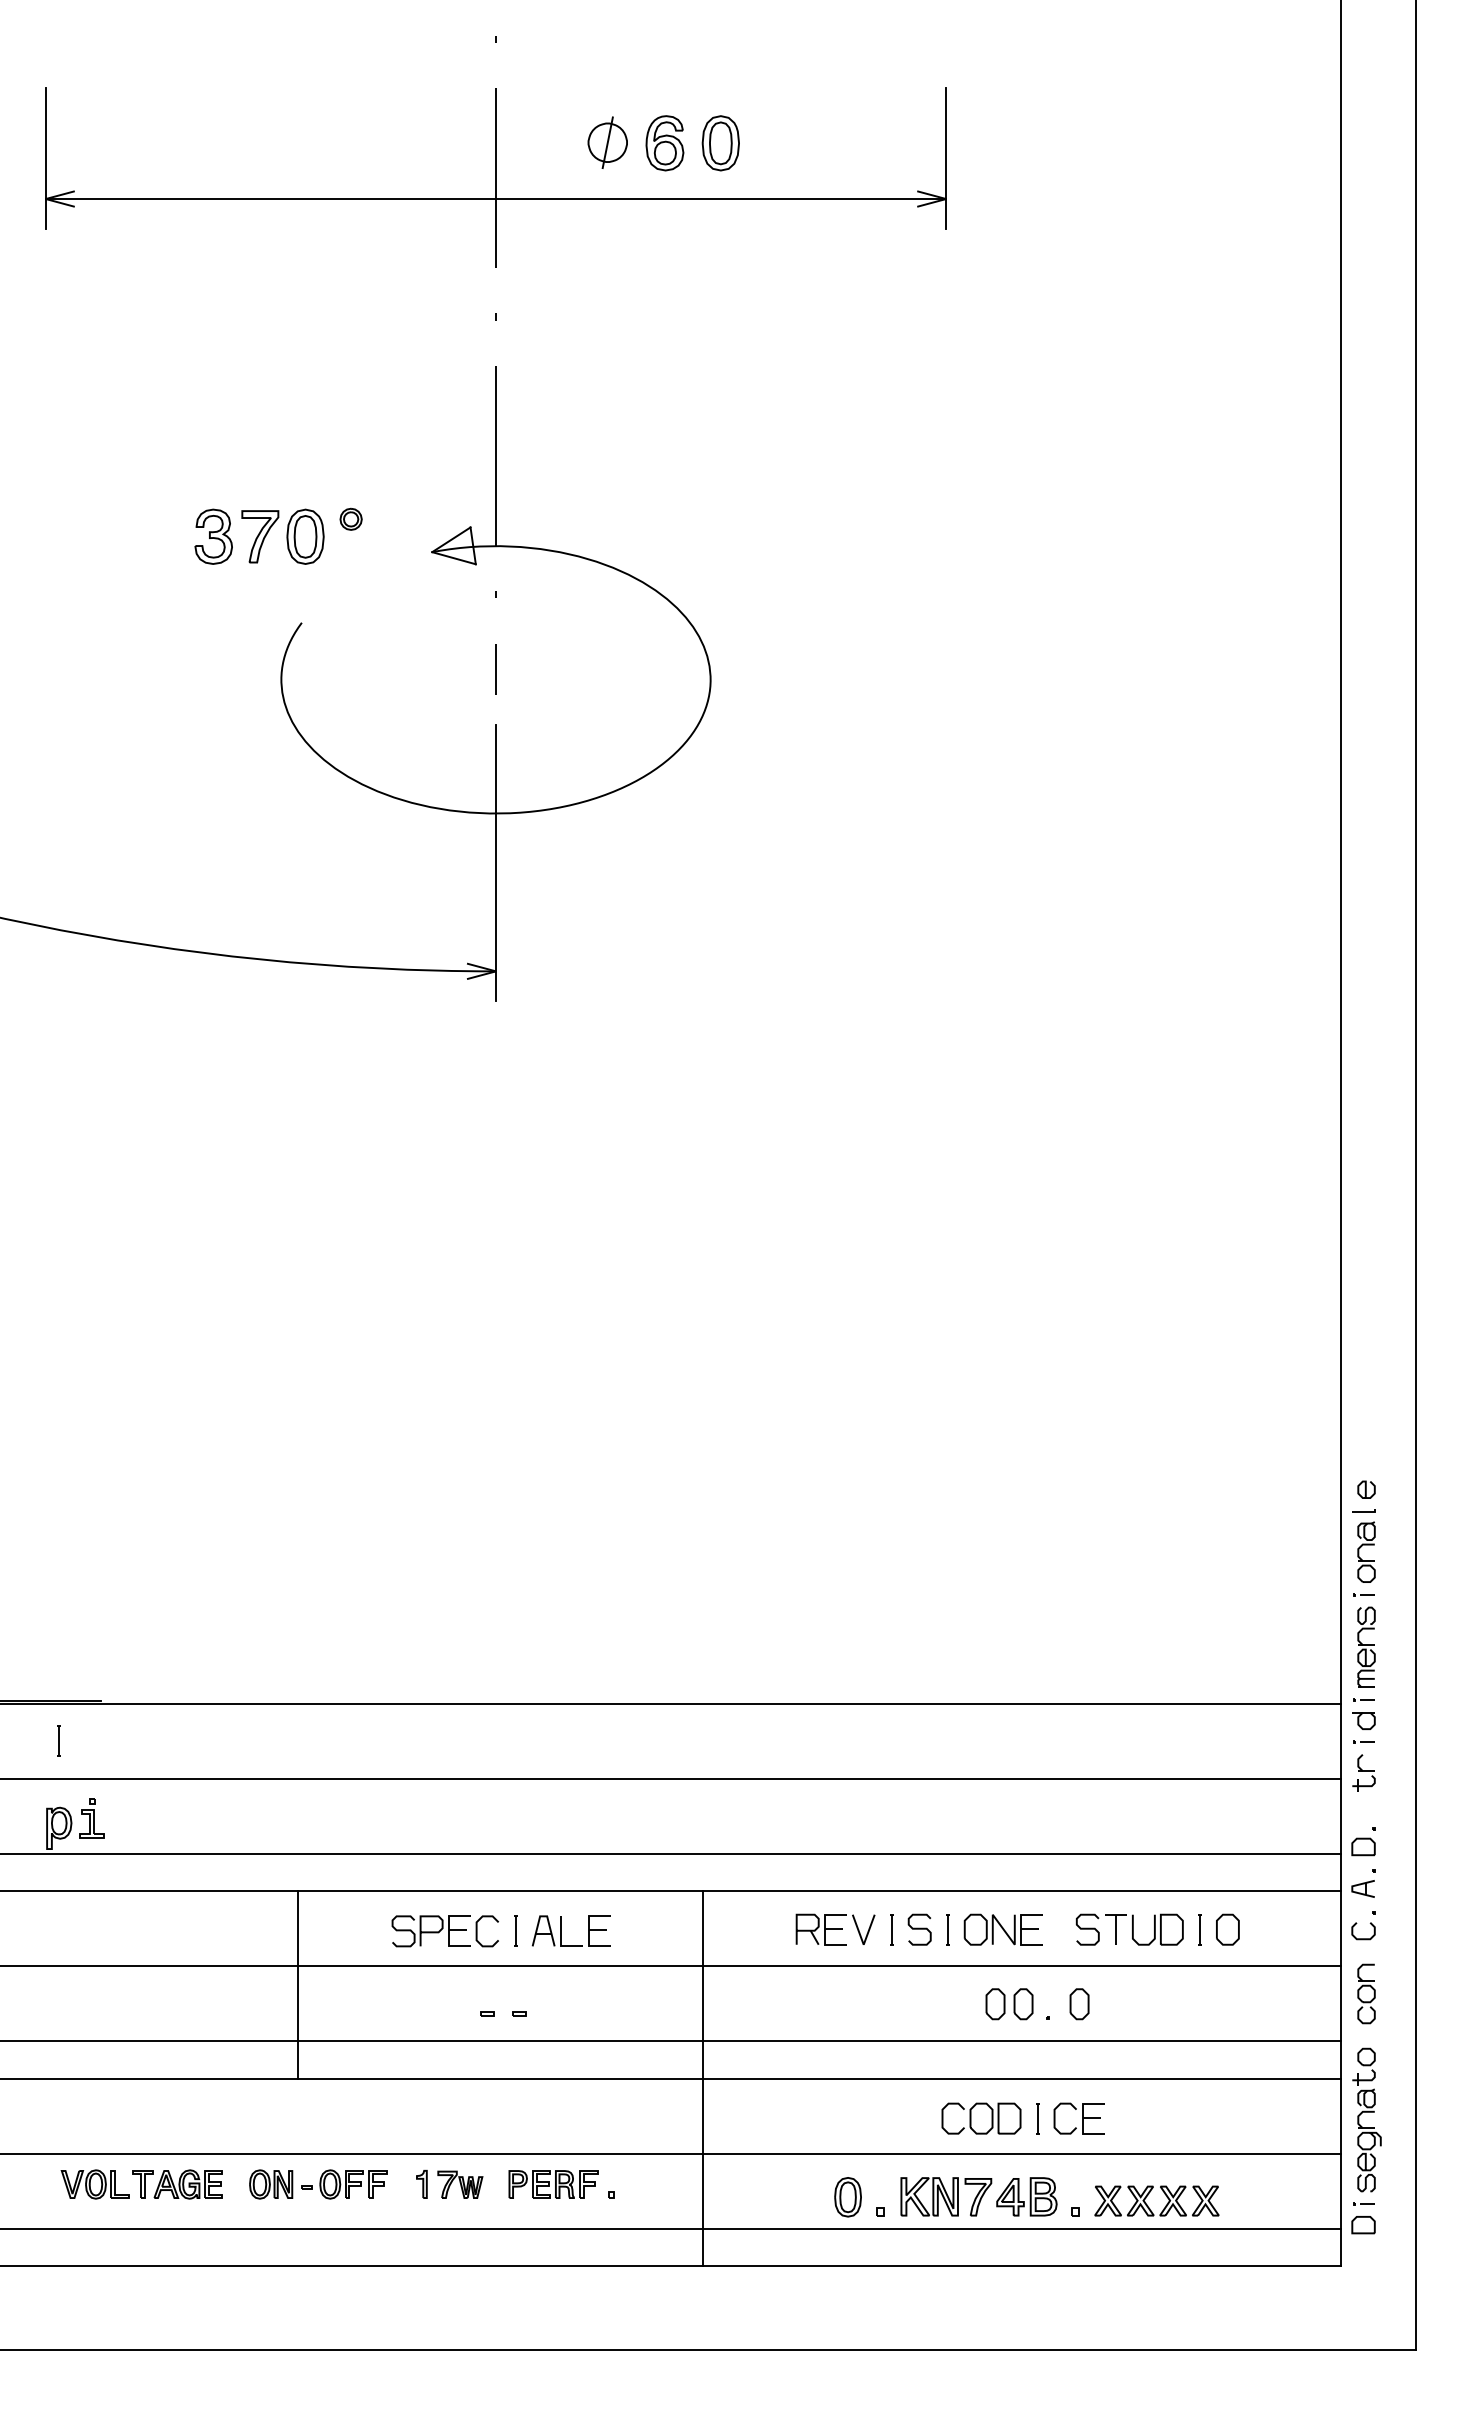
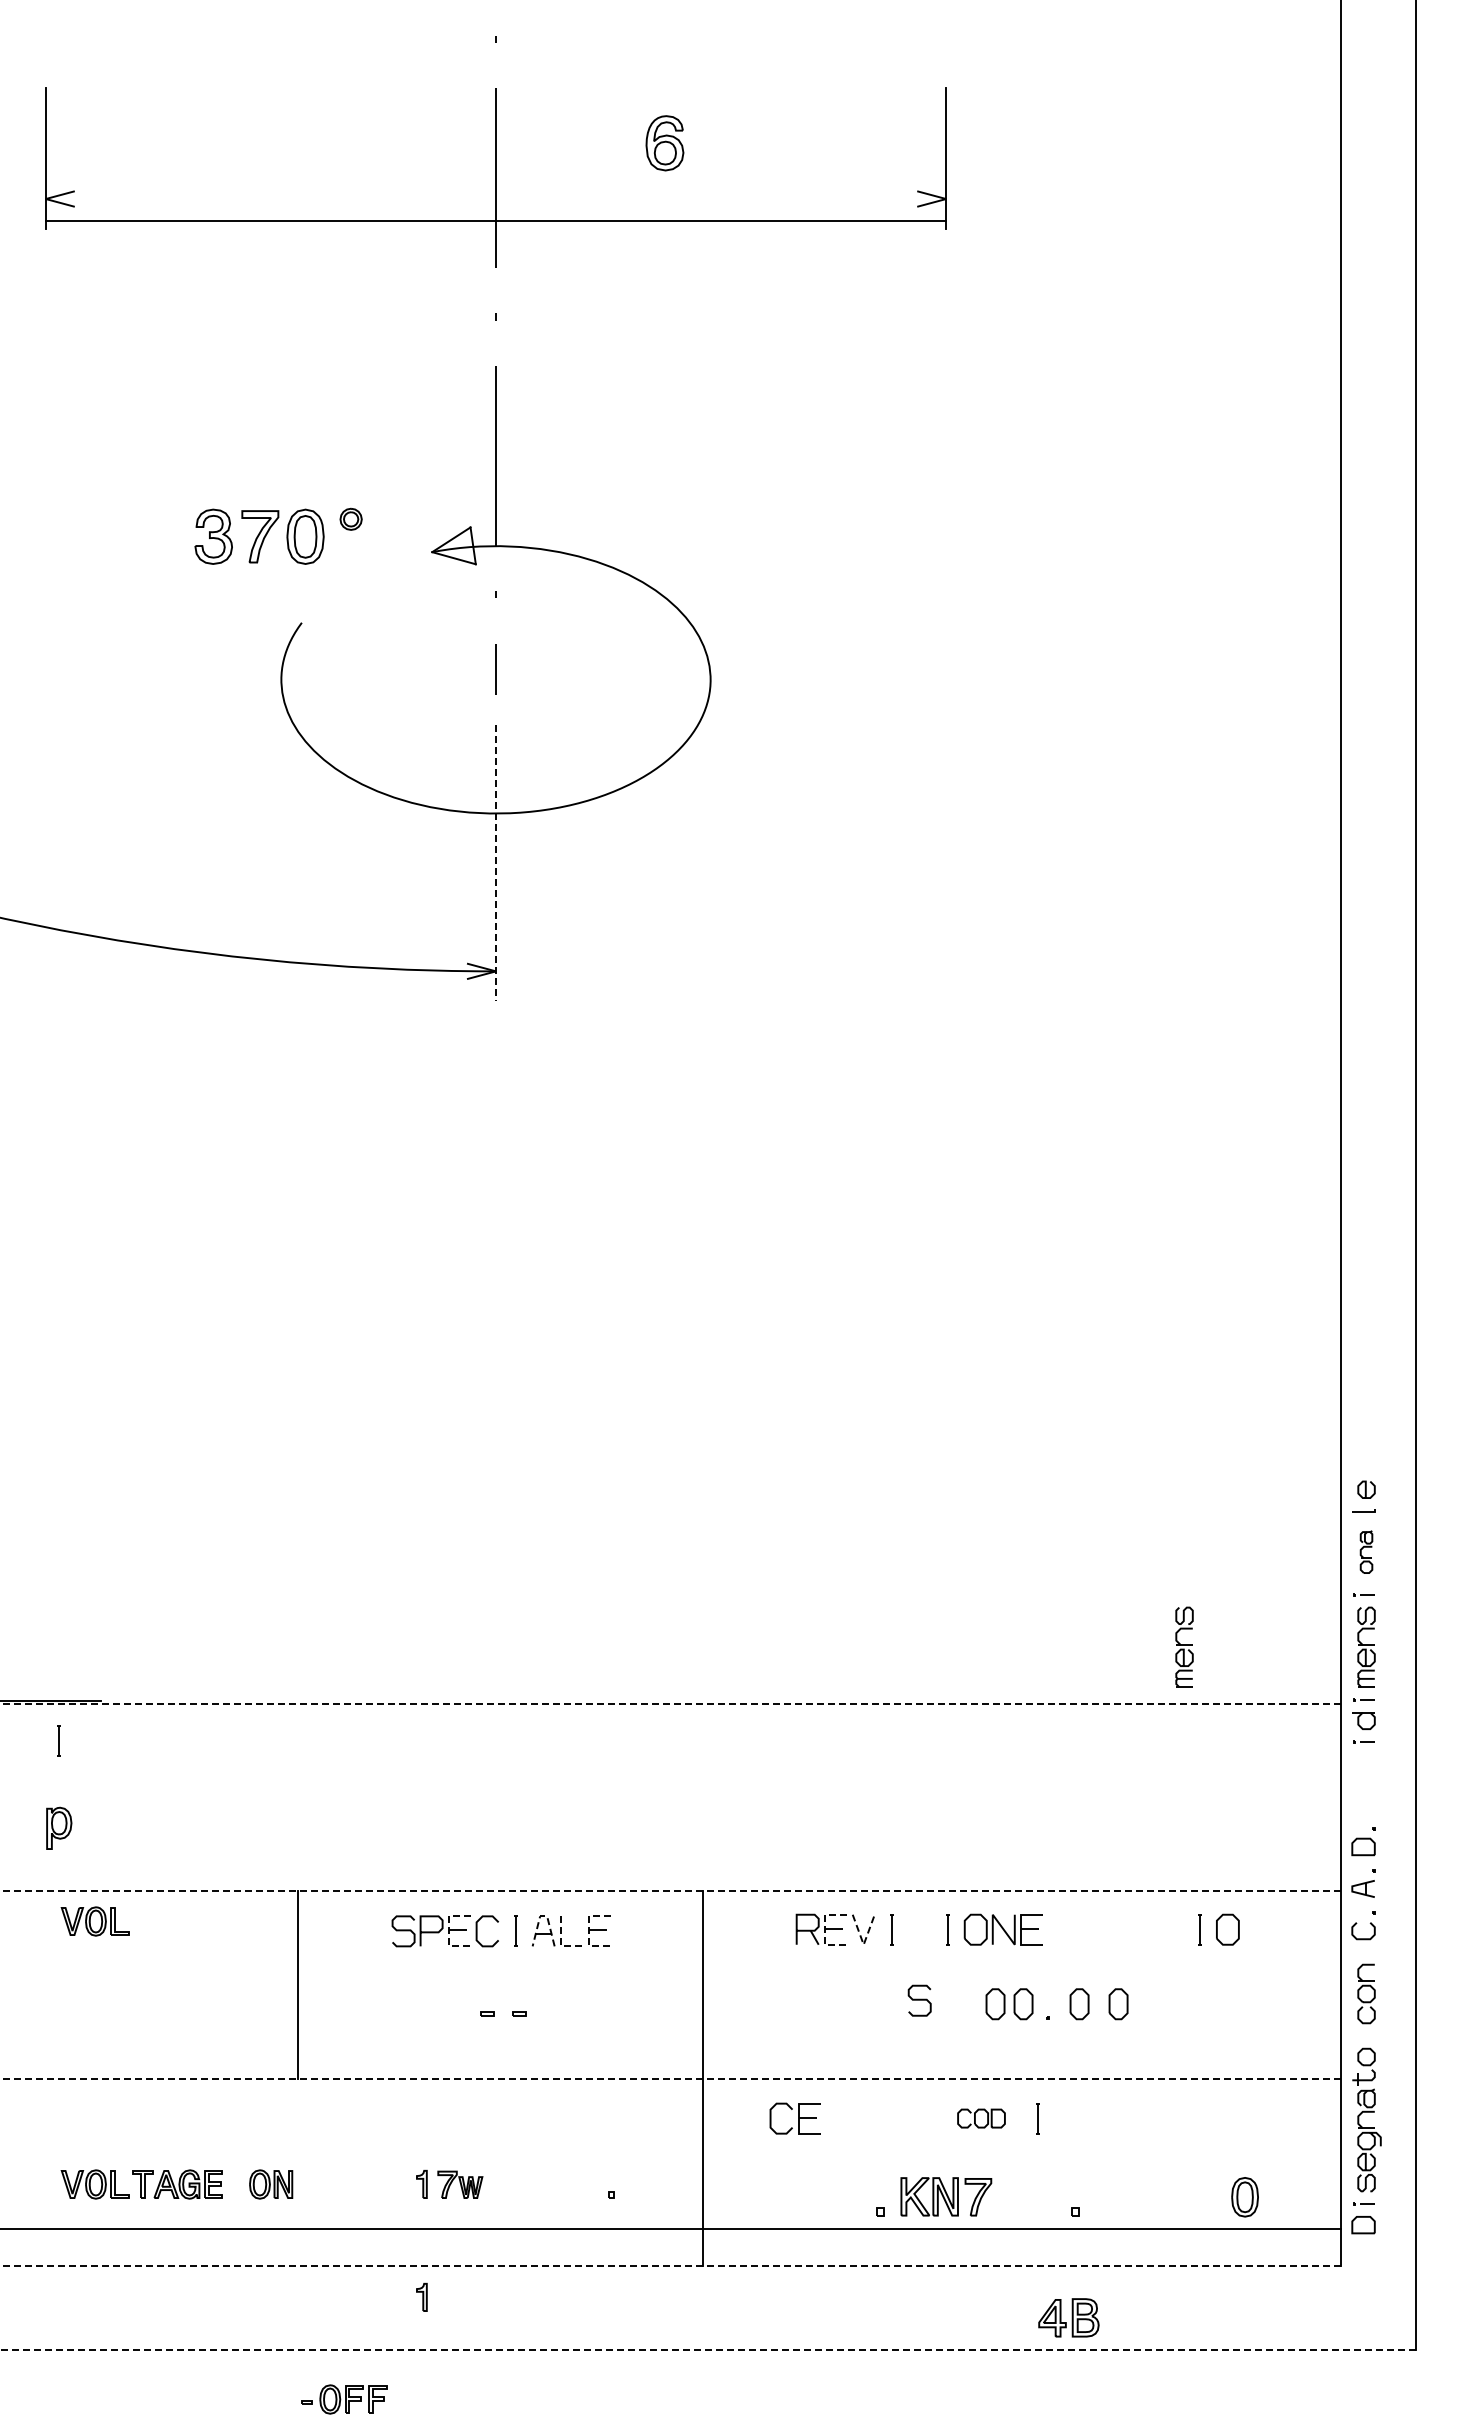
part at (607, 142): present -> none
part at (720, 143): present -> none
line at (495, 199) position: (495, 199) -> (495, 221)
line at (496, 863): solid -> dashed
part at (1366, 1551) size: 19x62 px -> 15x44 px
part at (1184, 1646): none -> present
line at (671, 1703): solid -> dashed
part at (1363, 1772): present -> none
line at (671, 1778): present -> none
part at (91, 1818): present -> none
line at (671, 1853): present -> none
line at (671, 1891): solid -> dashed
line at (543, 1916): solid -> dashed
part at (94, 1921): none -> present
curve at (919, 1929) position: (919, 1929) -> (919, 2000)
part at (1129, 1929): present -> none
line at (824, 1930): solid -> dashed
line at (448, 1931): solid -> dashed
line at (588, 1931): solid -> dashed
line at (560, 1943): solid -> dashed
line at (863, 1944): solid -> dashed
line at (671, 1966): present -> none
part at (1118, 2004): none -> present
line at (671, 2041): present -> none
line at (671, 2078): solid -> dashed
part at (981, 2118) size: 81x33 px -> 49x21 px
part at (1078, 2118) position: (1078, 2118) -> (794, 2118)
line at (671, 2153): present -> none
part at (344, 2184) position: (344, 2184) -> (344, 2399)
part at (553, 2184): present -> none
part at (1148, 2195): present -> none
part at (1026, 2196) position: (1026, 2196) -> (1068, 2317)
part at (847, 2197) position: (847, 2197) -> (1244, 2197)
line at (670, 2265): solid -> dashed
part at (421, 2296): none -> present
line at (707, 2350): solid -> dashed
